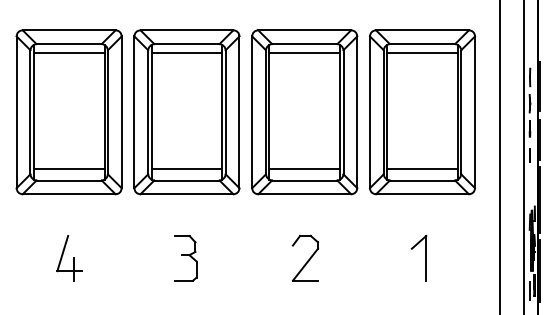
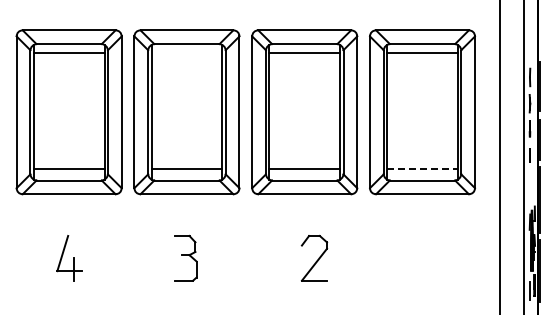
line at (186, 53): present -> none
line at (423, 168): solid -> dashed
part at (305, 257) position: (305, 257) -> (314, 257)
part at (425, 257): present -> none
